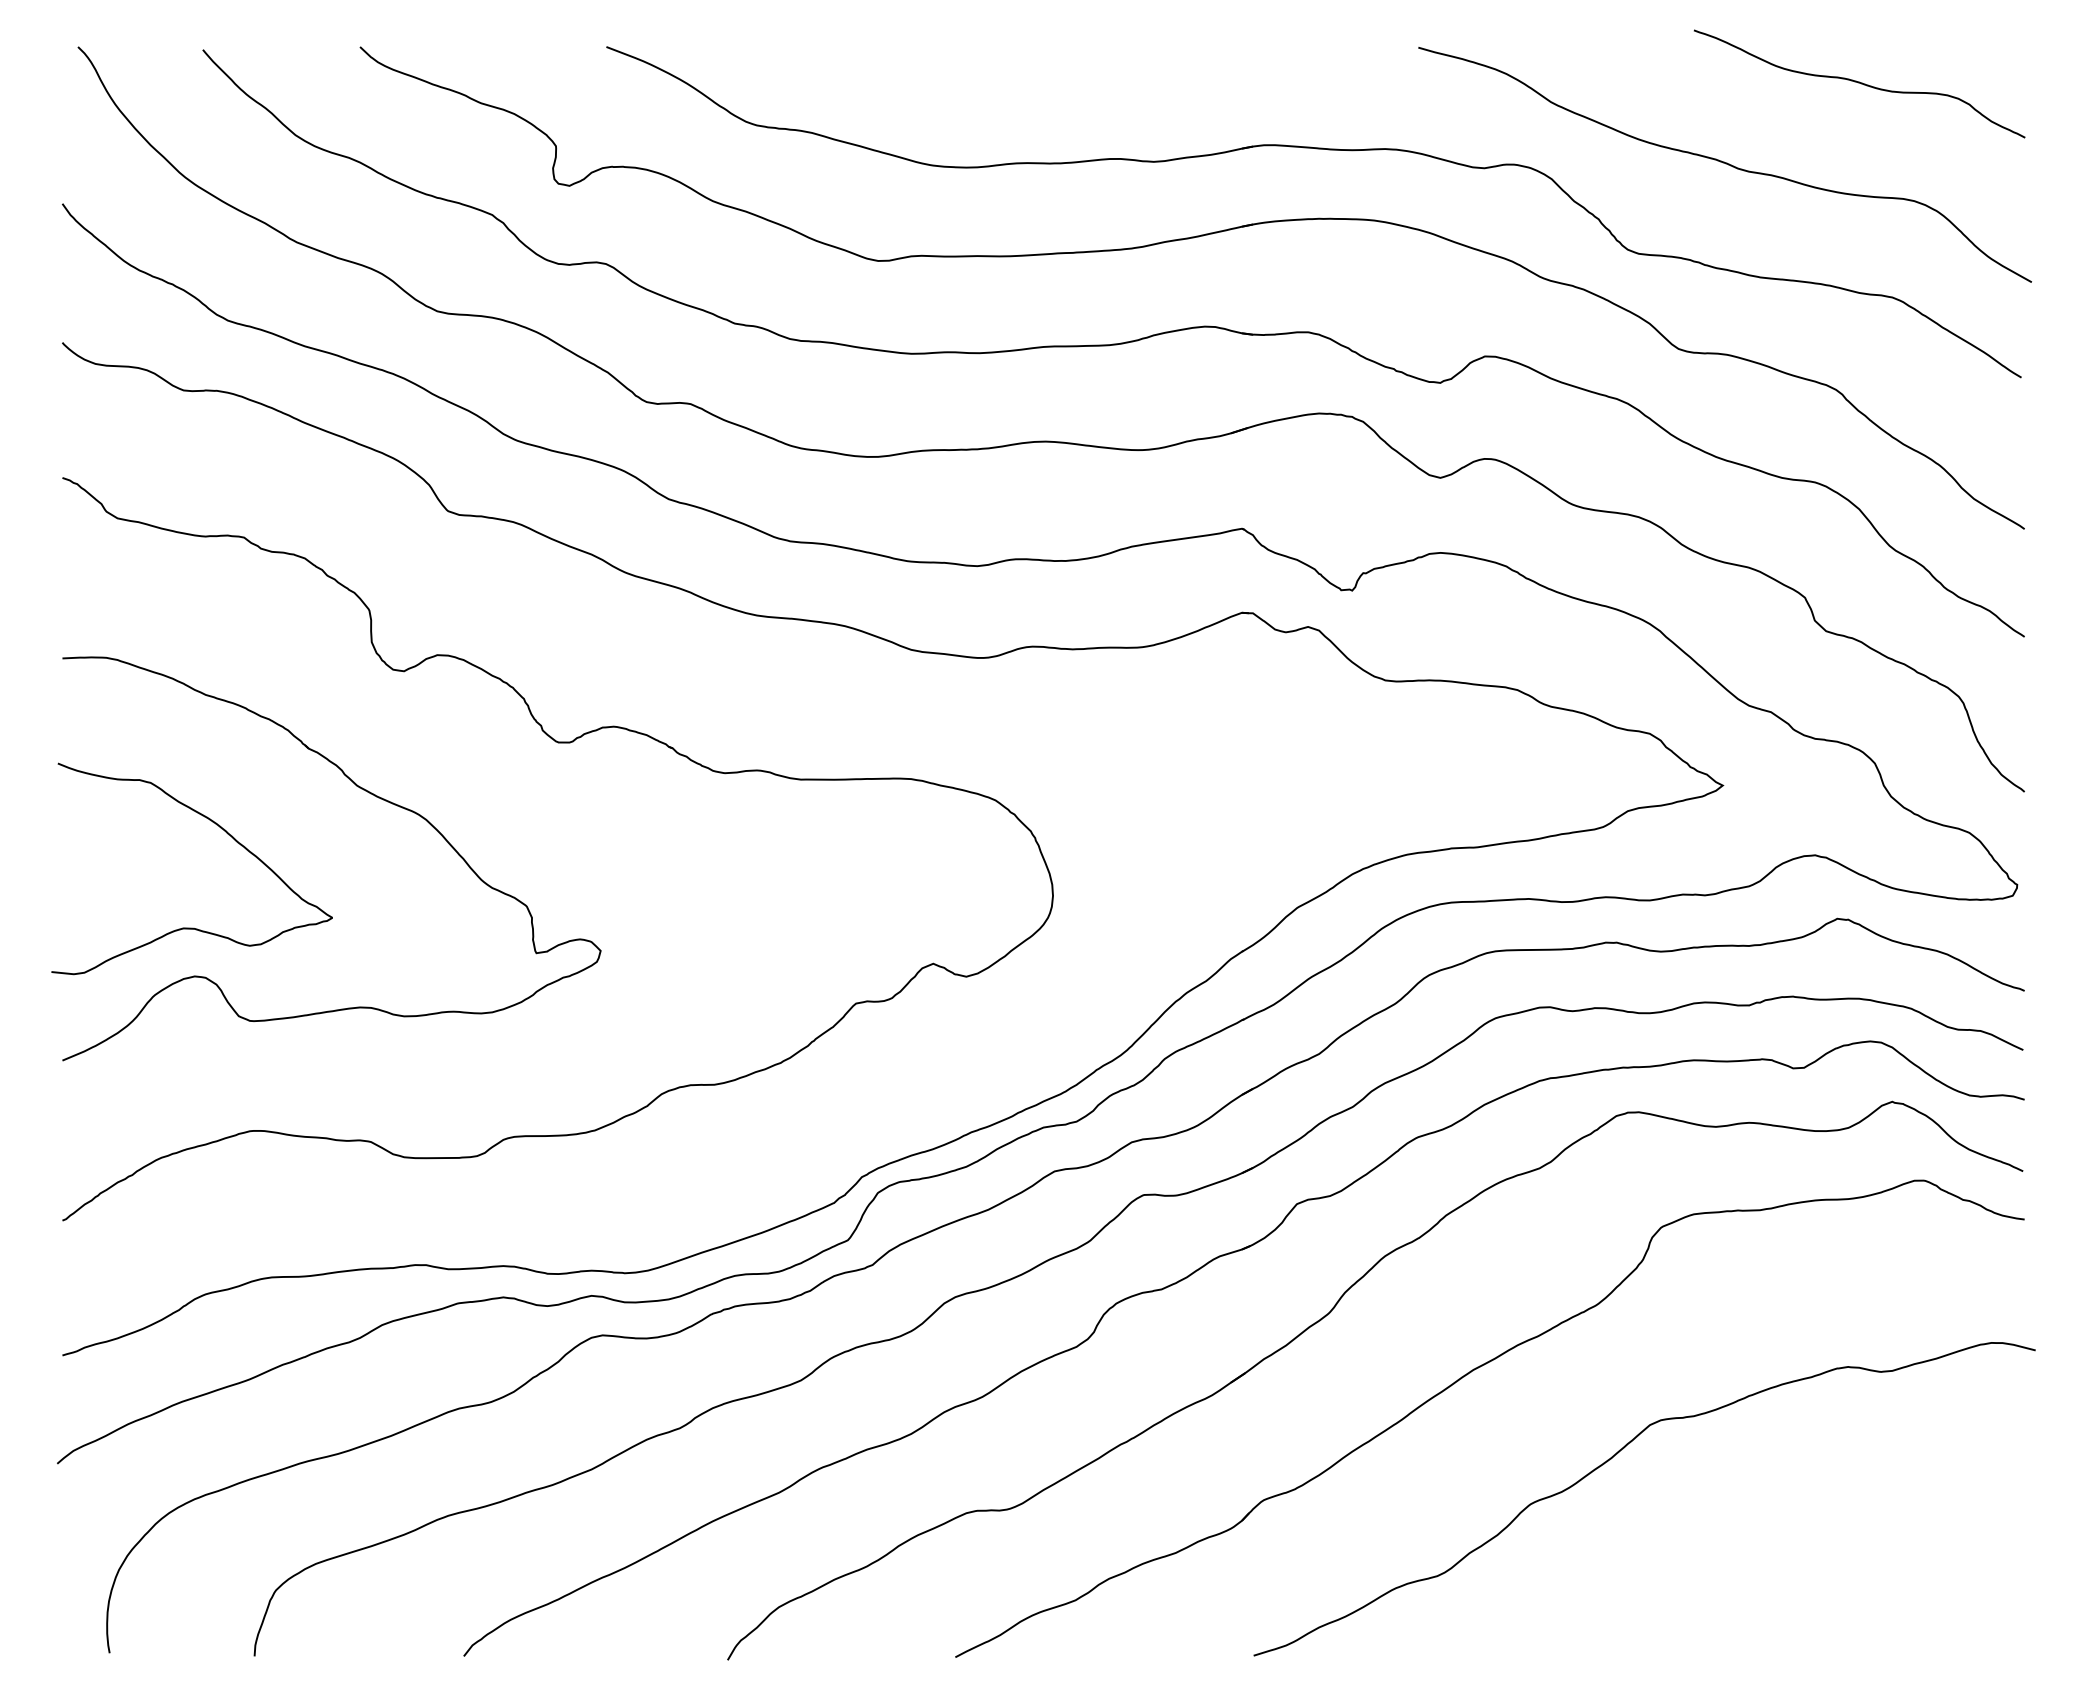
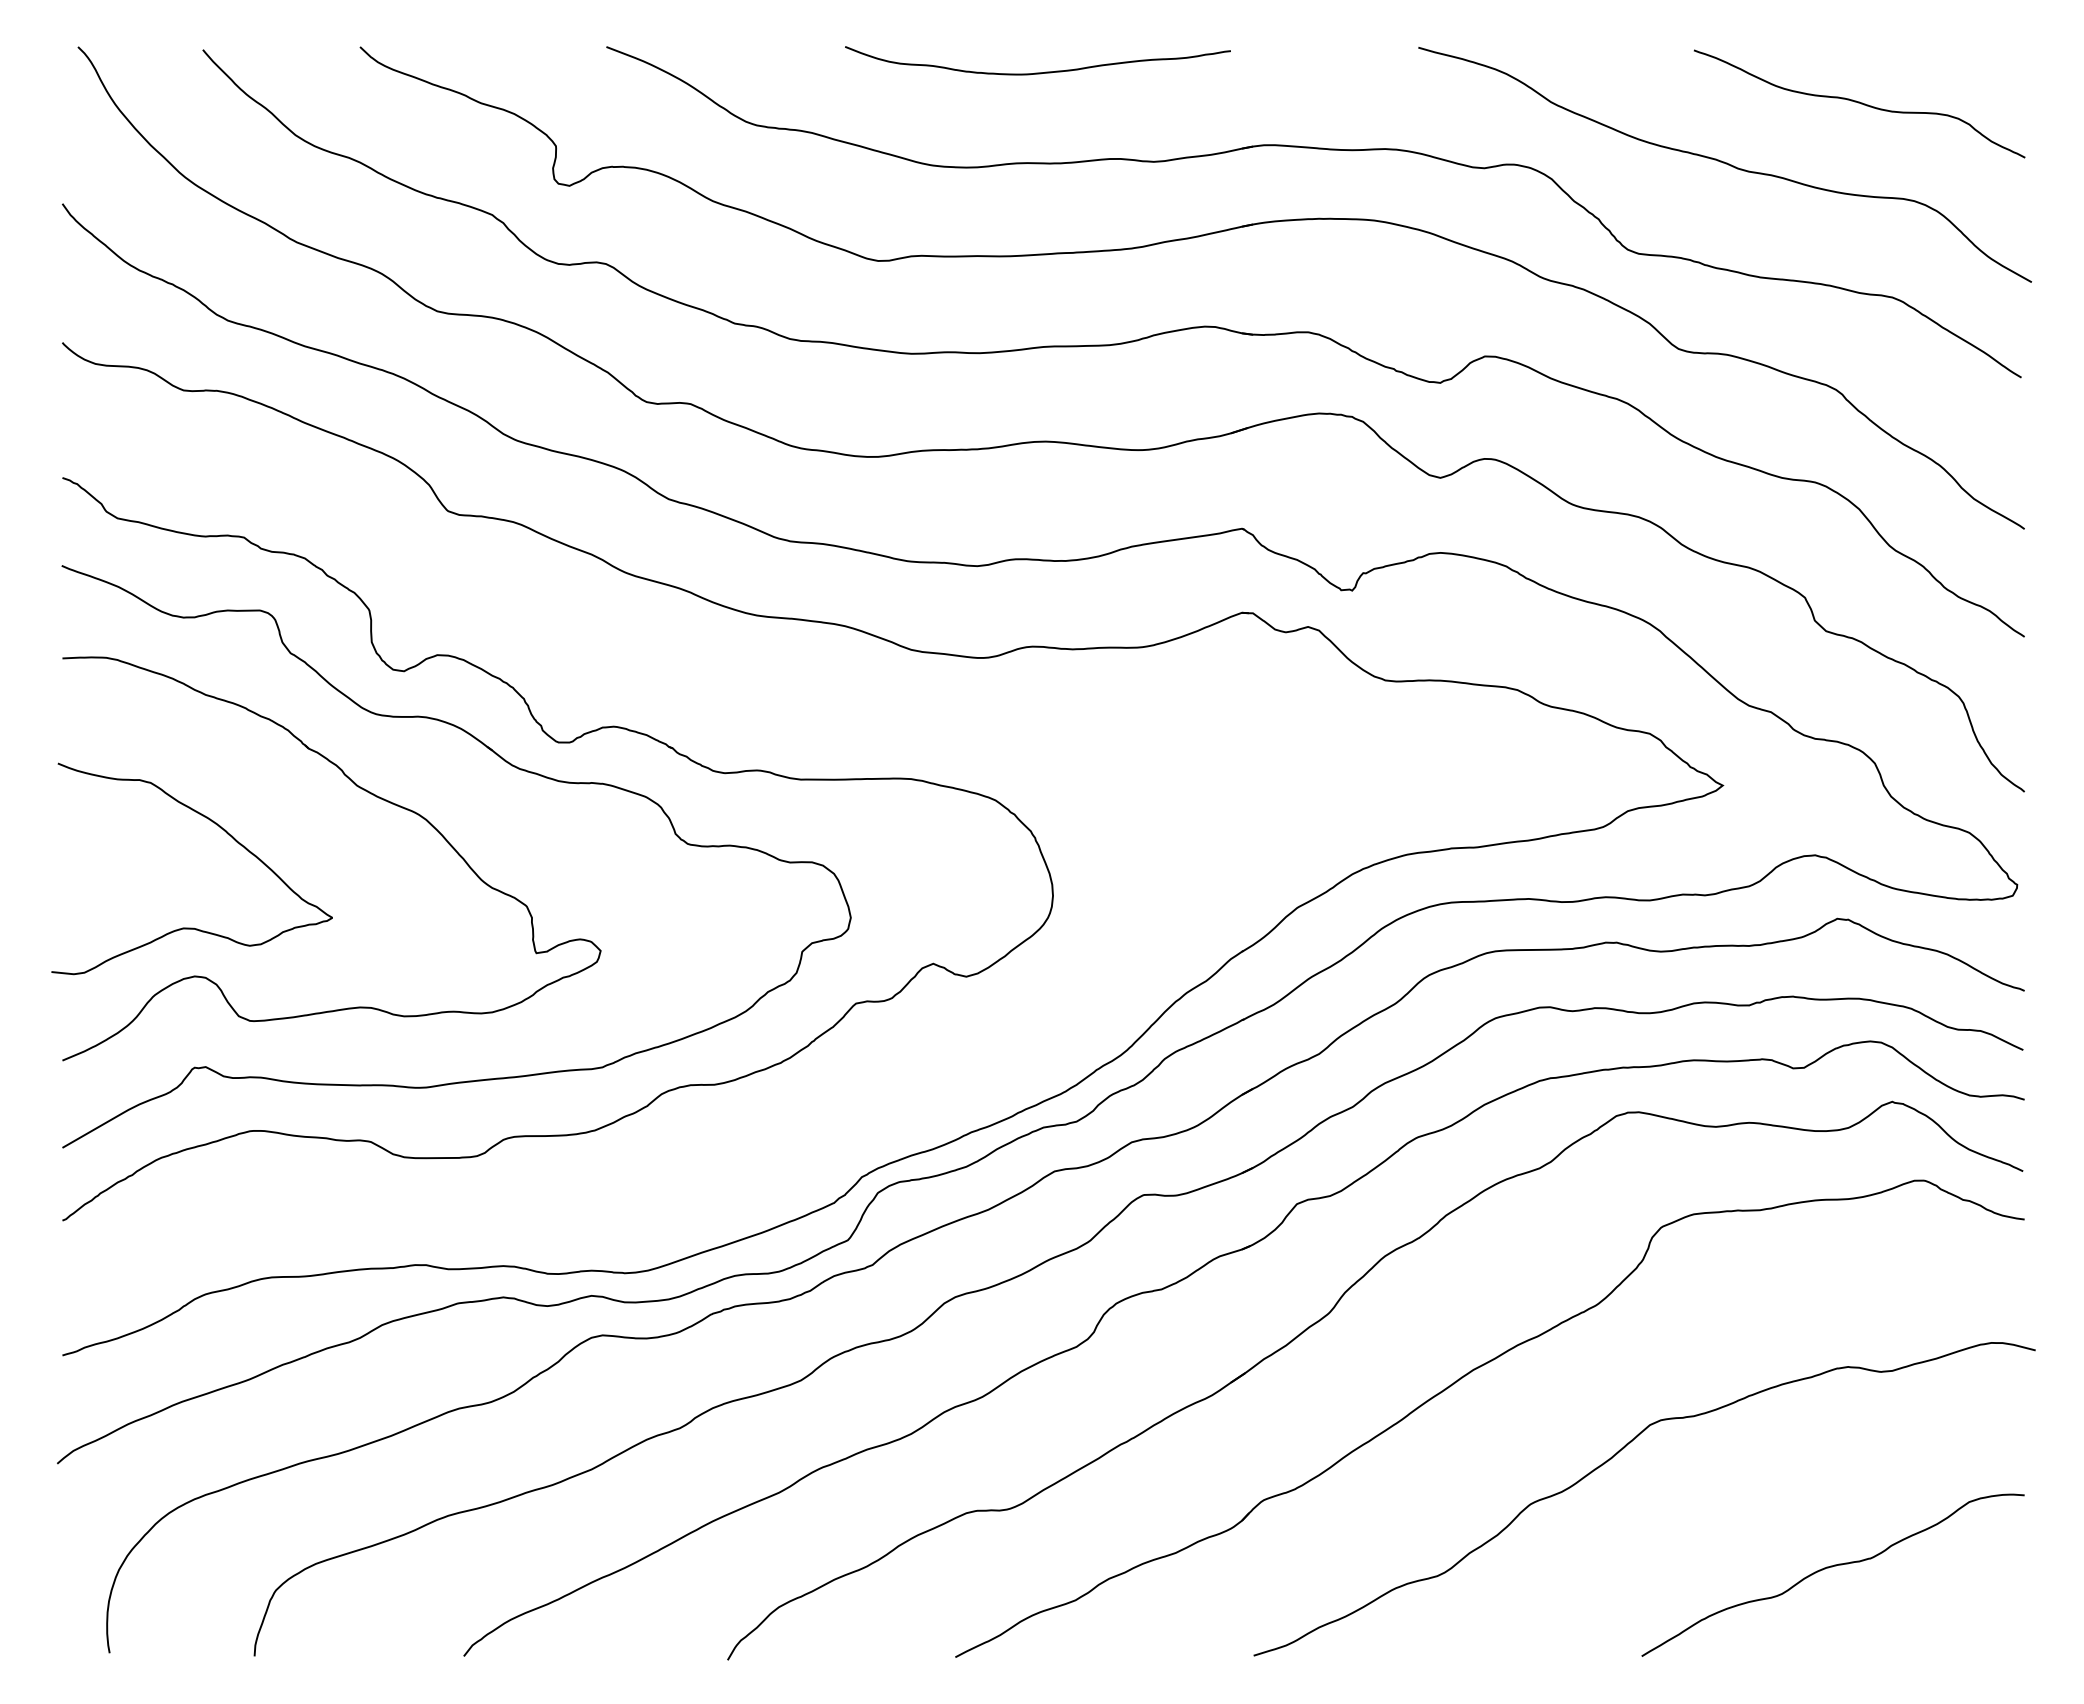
curve at (1037, 72): none -> present
curve at (1859, 83) position: (1859, 83) -> (1859, 103)
part at (510, 765): none -> present
curve at (1832, 1567): none -> present
